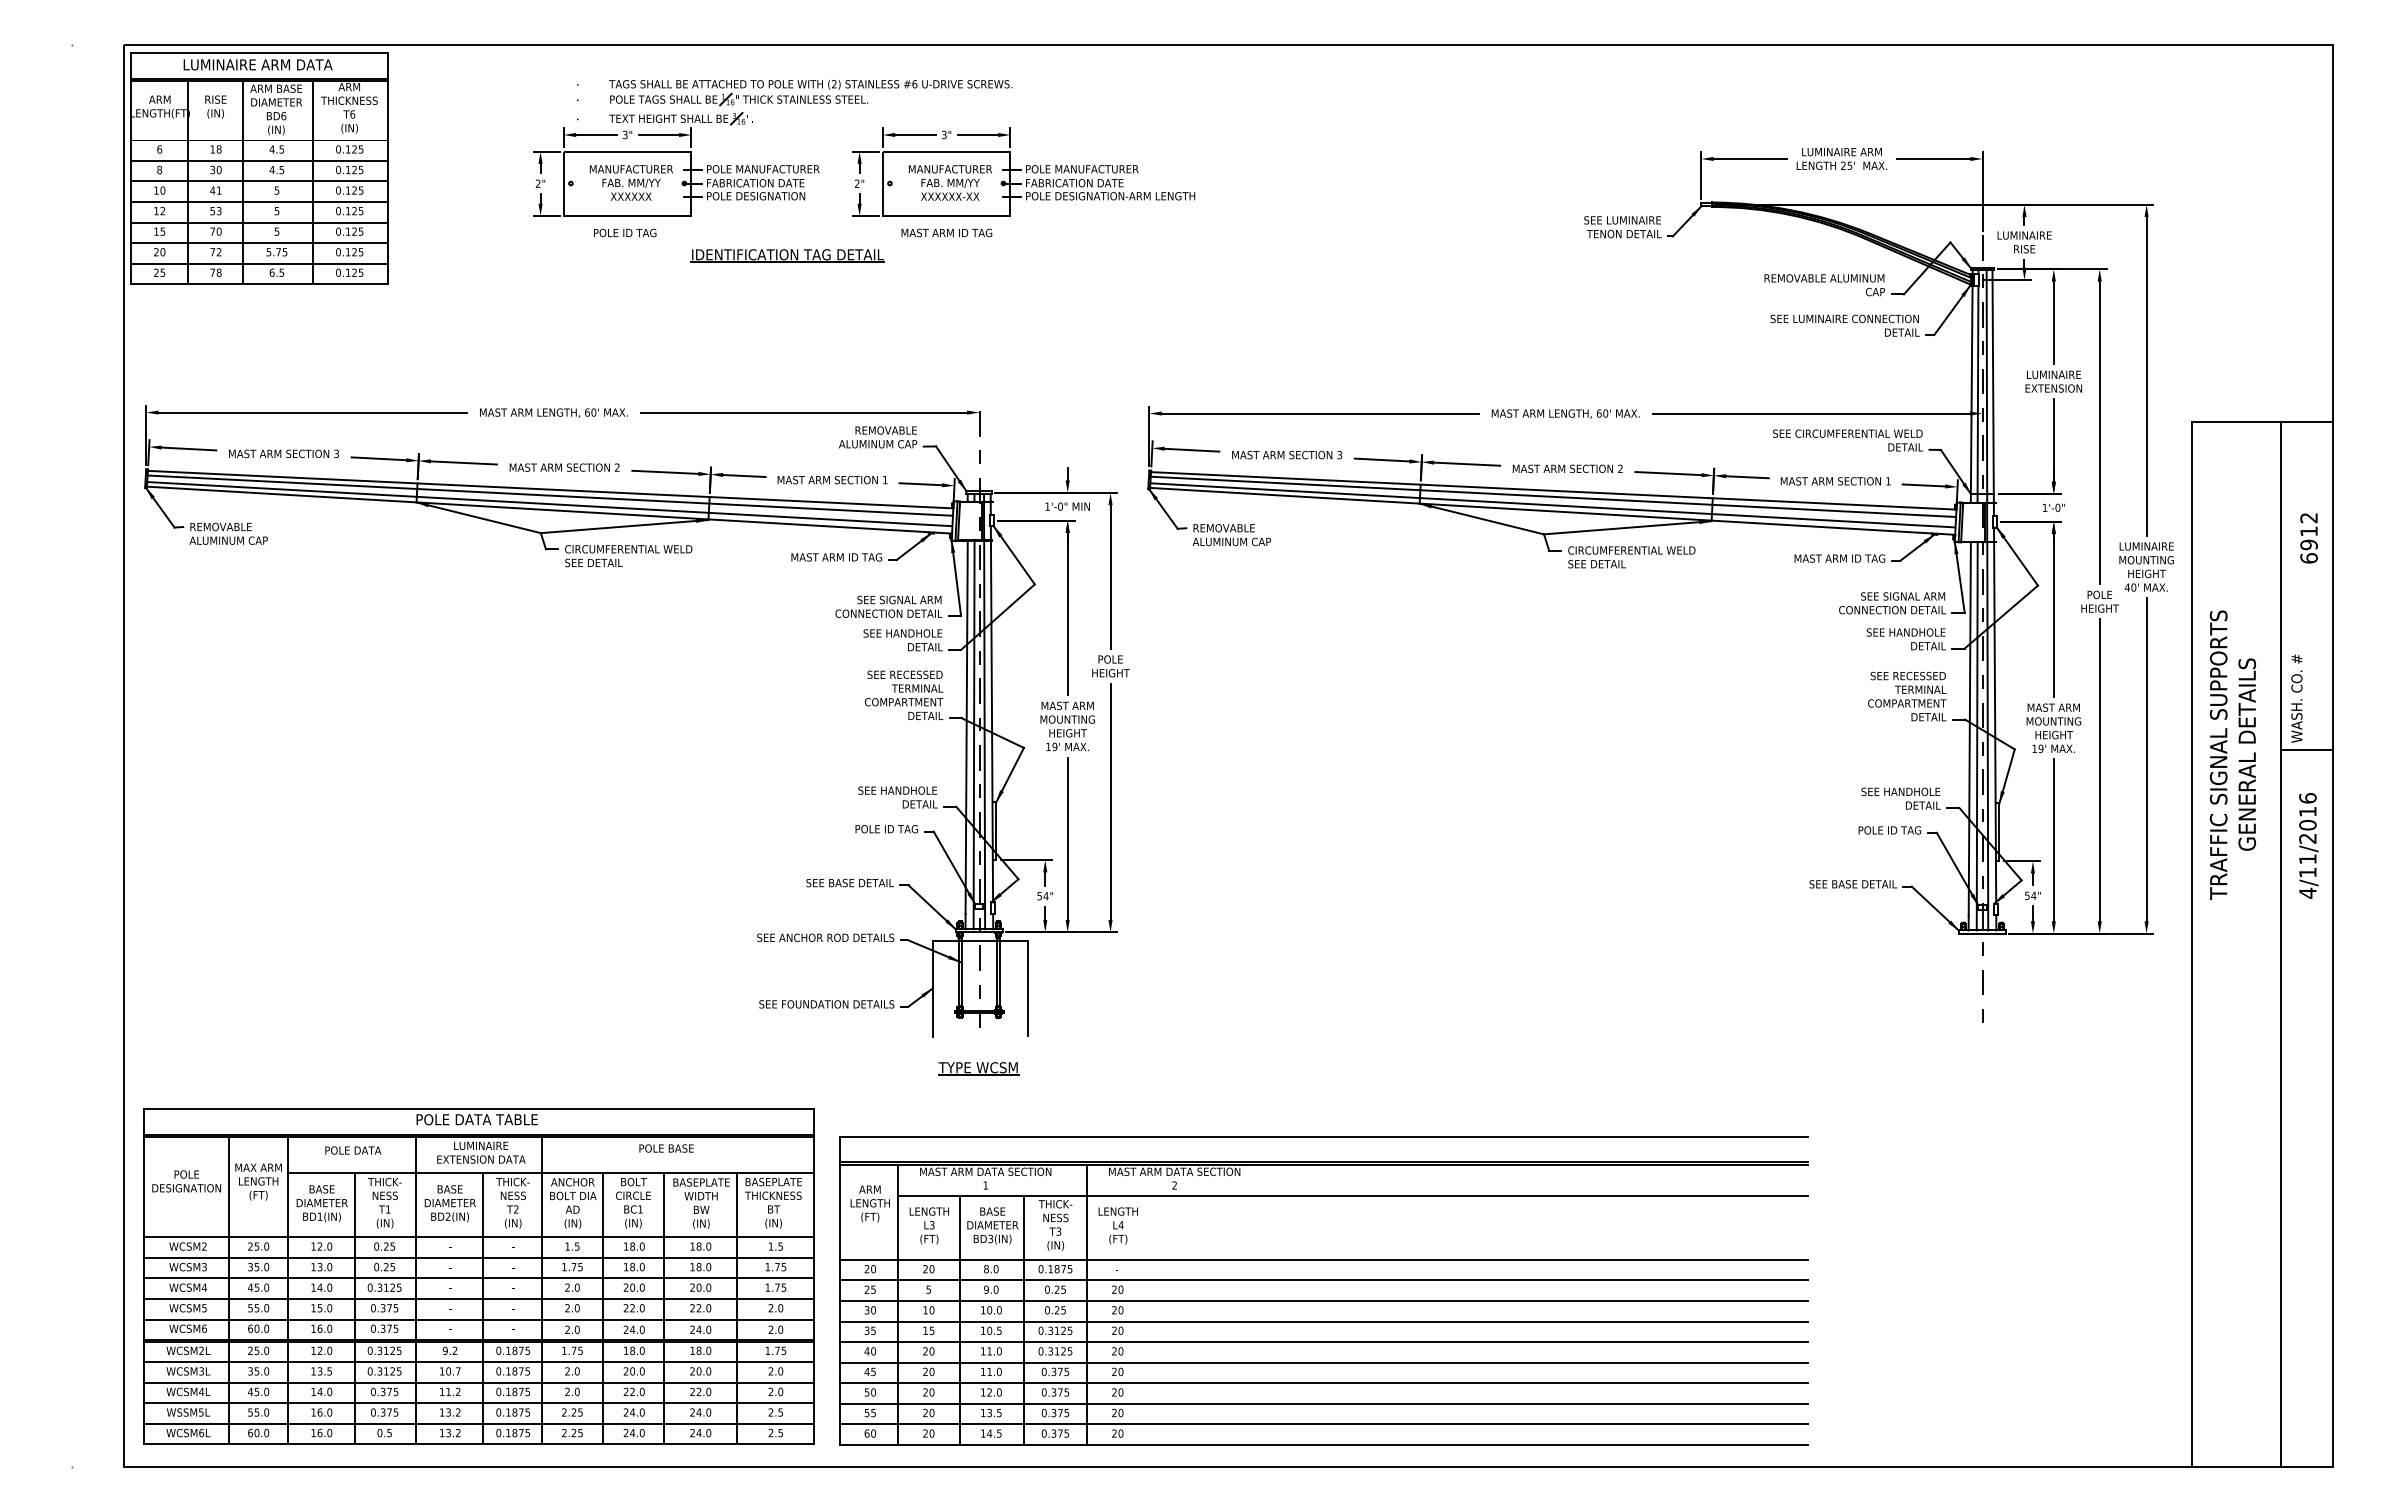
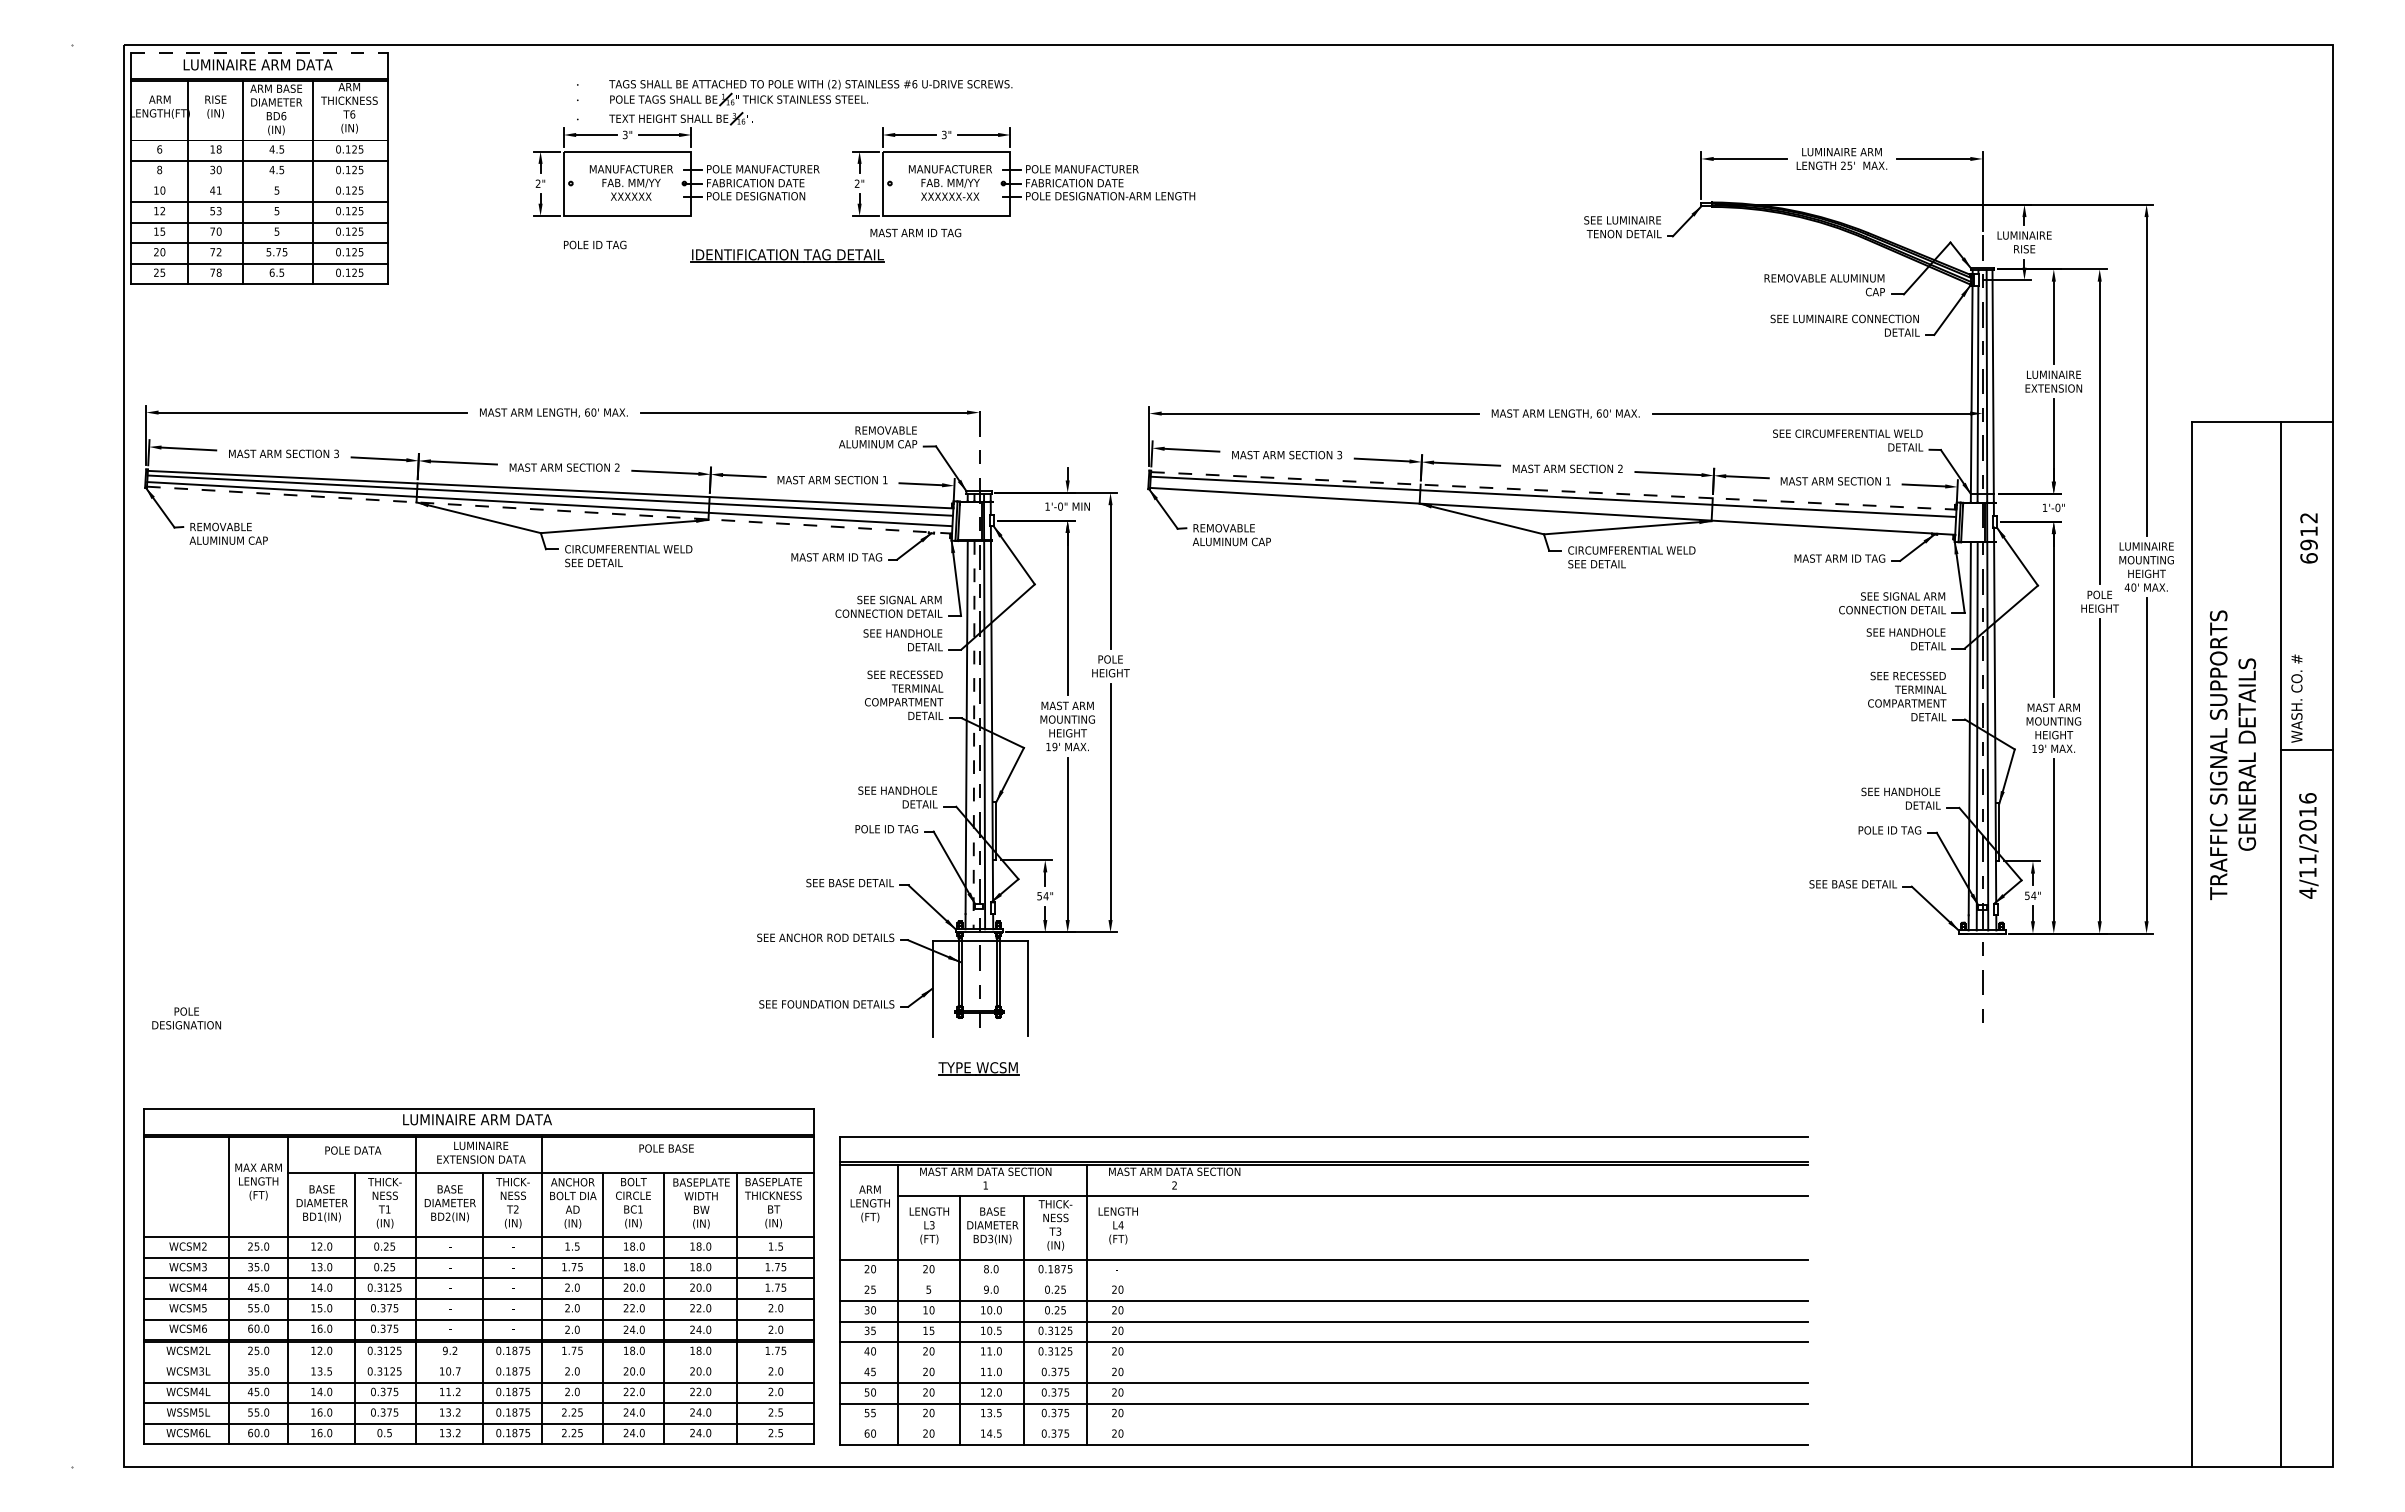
line at (260, 53): solid -> dashed
line at (259, 181): present -> none
text at (625, 232) position: (625, 232) -> (595, 244)
text at (946, 232) position: (946, 232) -> (915, 232)
line at (1554, 490): solid -> dashed
line at (1552, 505): present -> none
line at (550, 510): solid -> dashed
line at (974, 735): solid -> dashed
text at (477, 1119): POLE DATA TABLE -> LUMINAIRE ARM DATA
text at (186, 1181) position: (186, 1181) -> (186, 1018)
line at (1323, 1280): present -> none
line at (478, 1362): present -> none
line at (1323, 1362): present -> none
line at (1323, 1424): present -> none
